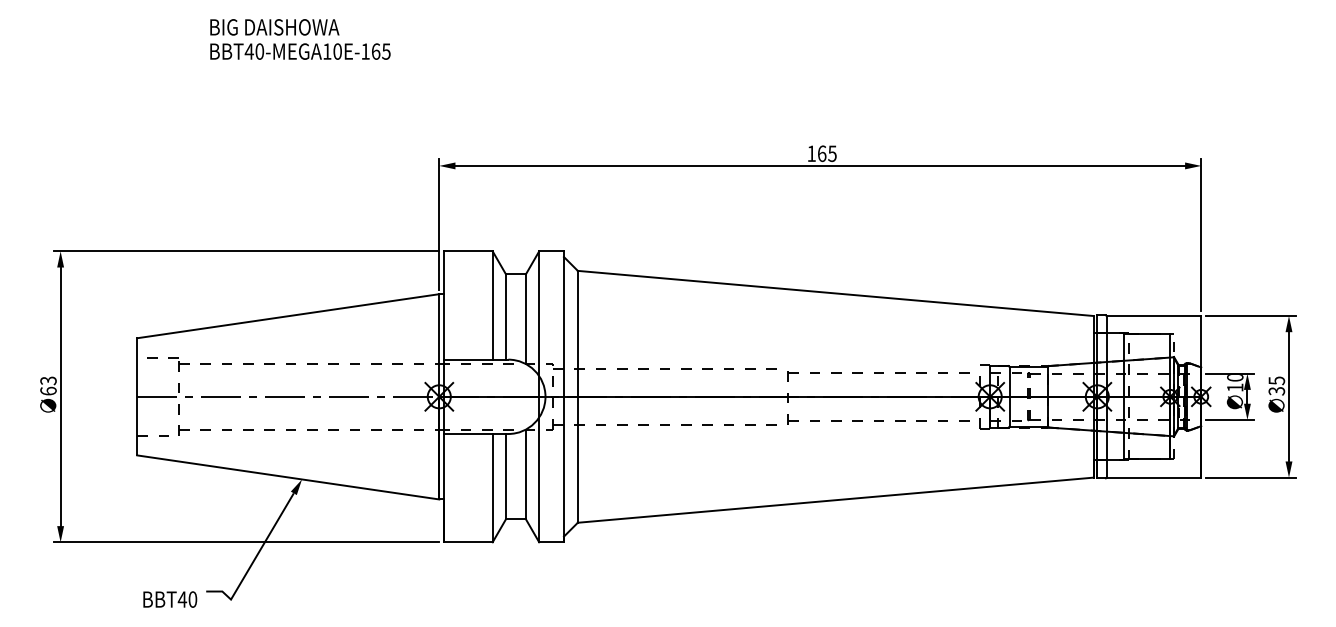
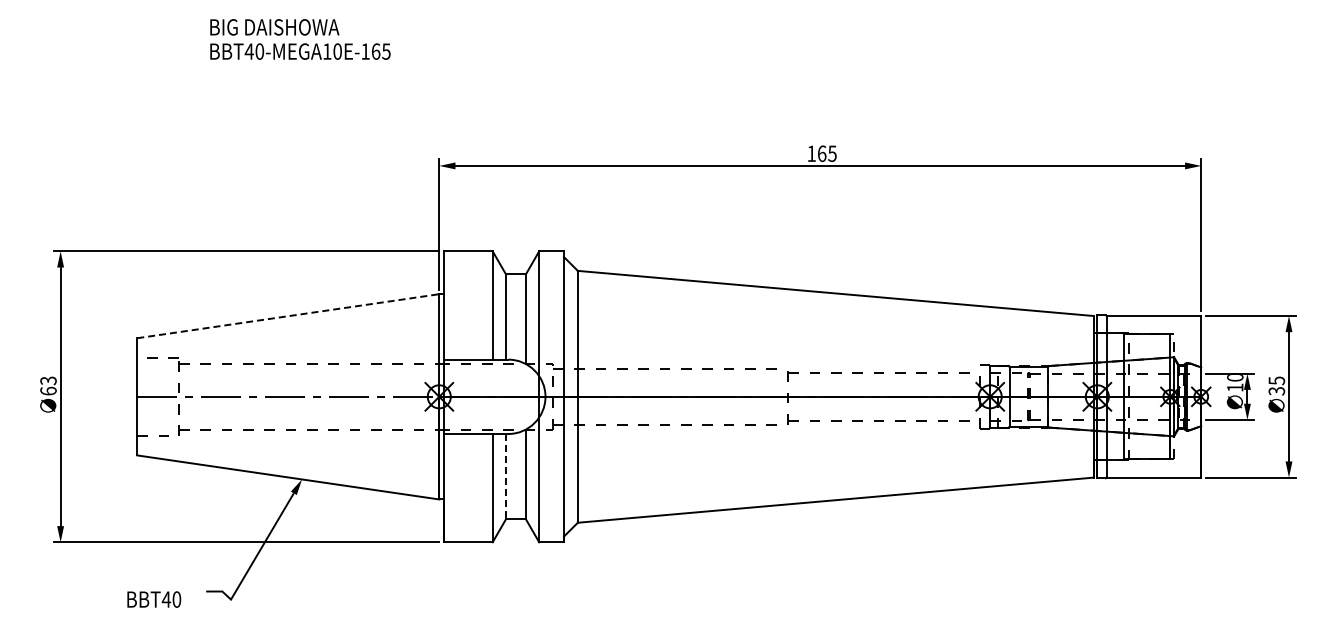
line at (288, 316): solid -> dashed
line at (506, 476): solid -> dashed
text at (170, 599) position: (170, 599) -> (154, 599)
